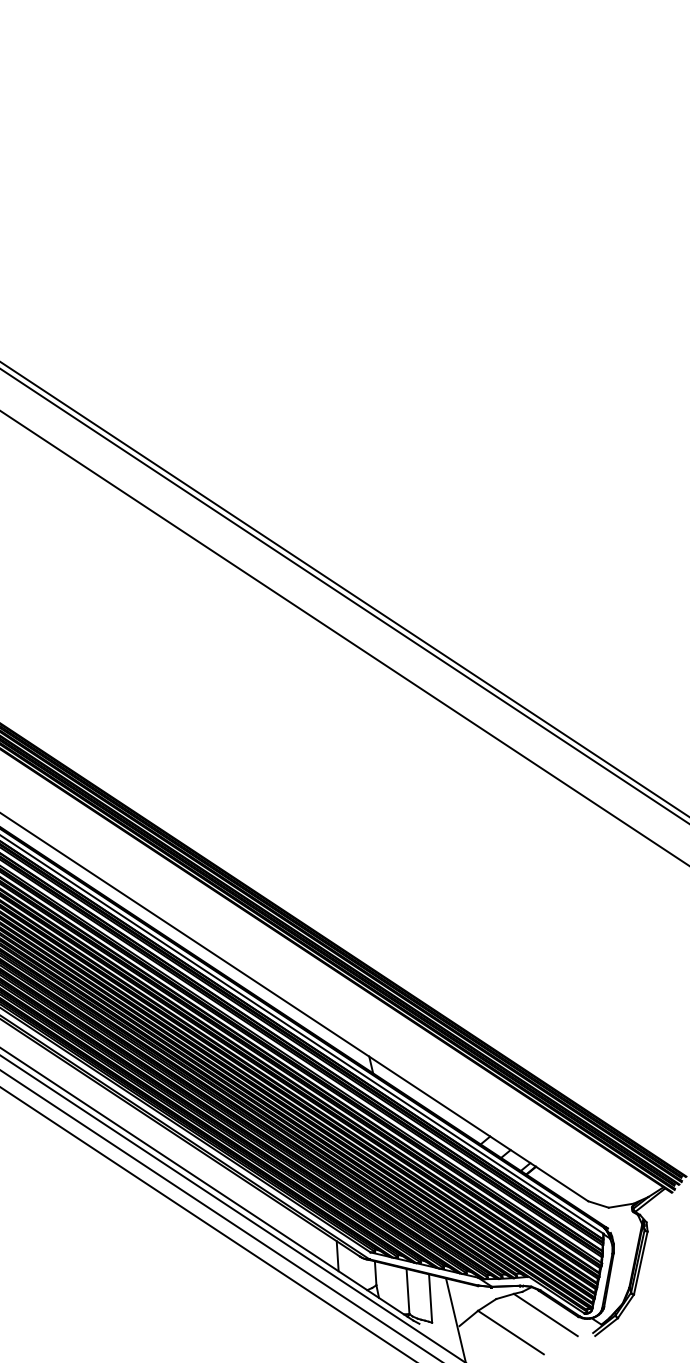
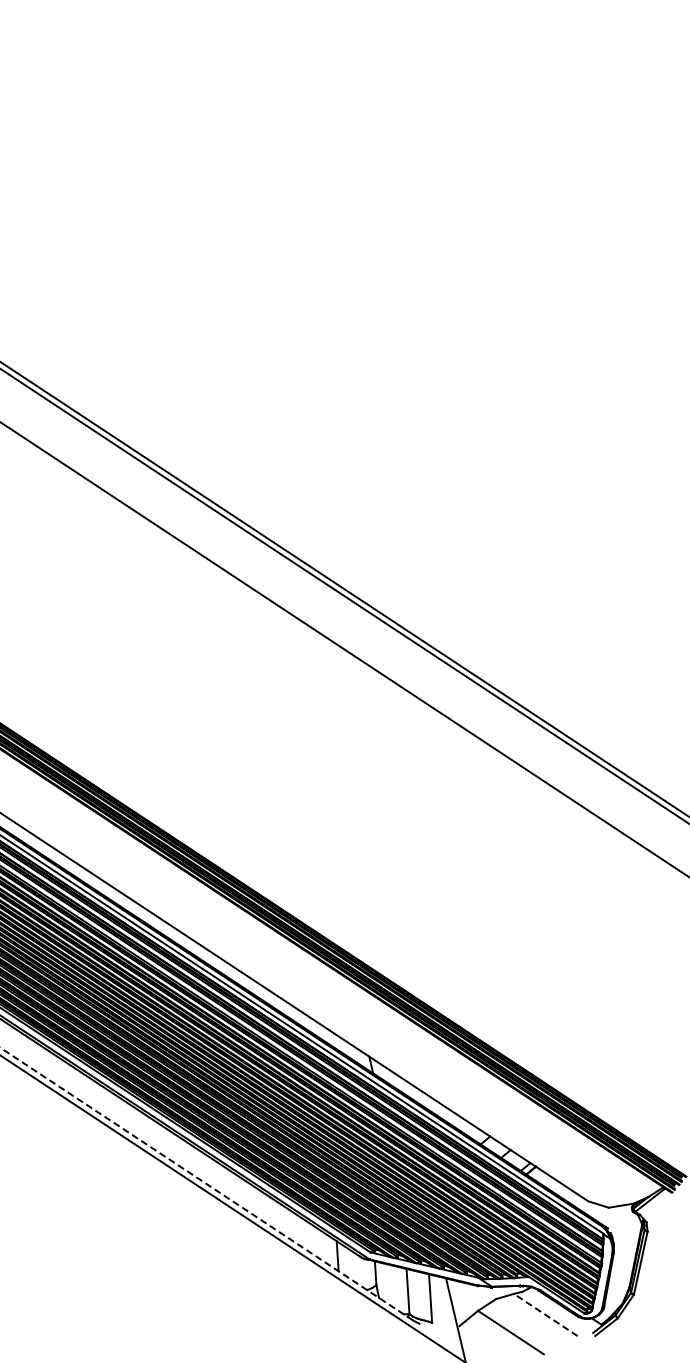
line at (344, 638) position: (344, 638) -> (344, 649)
line at (206, 1183): solid -> dashed
line at (220, 1215): present -> none
line at (207, 1223): present -> none
line at (545, 1314): solid -> dashed
